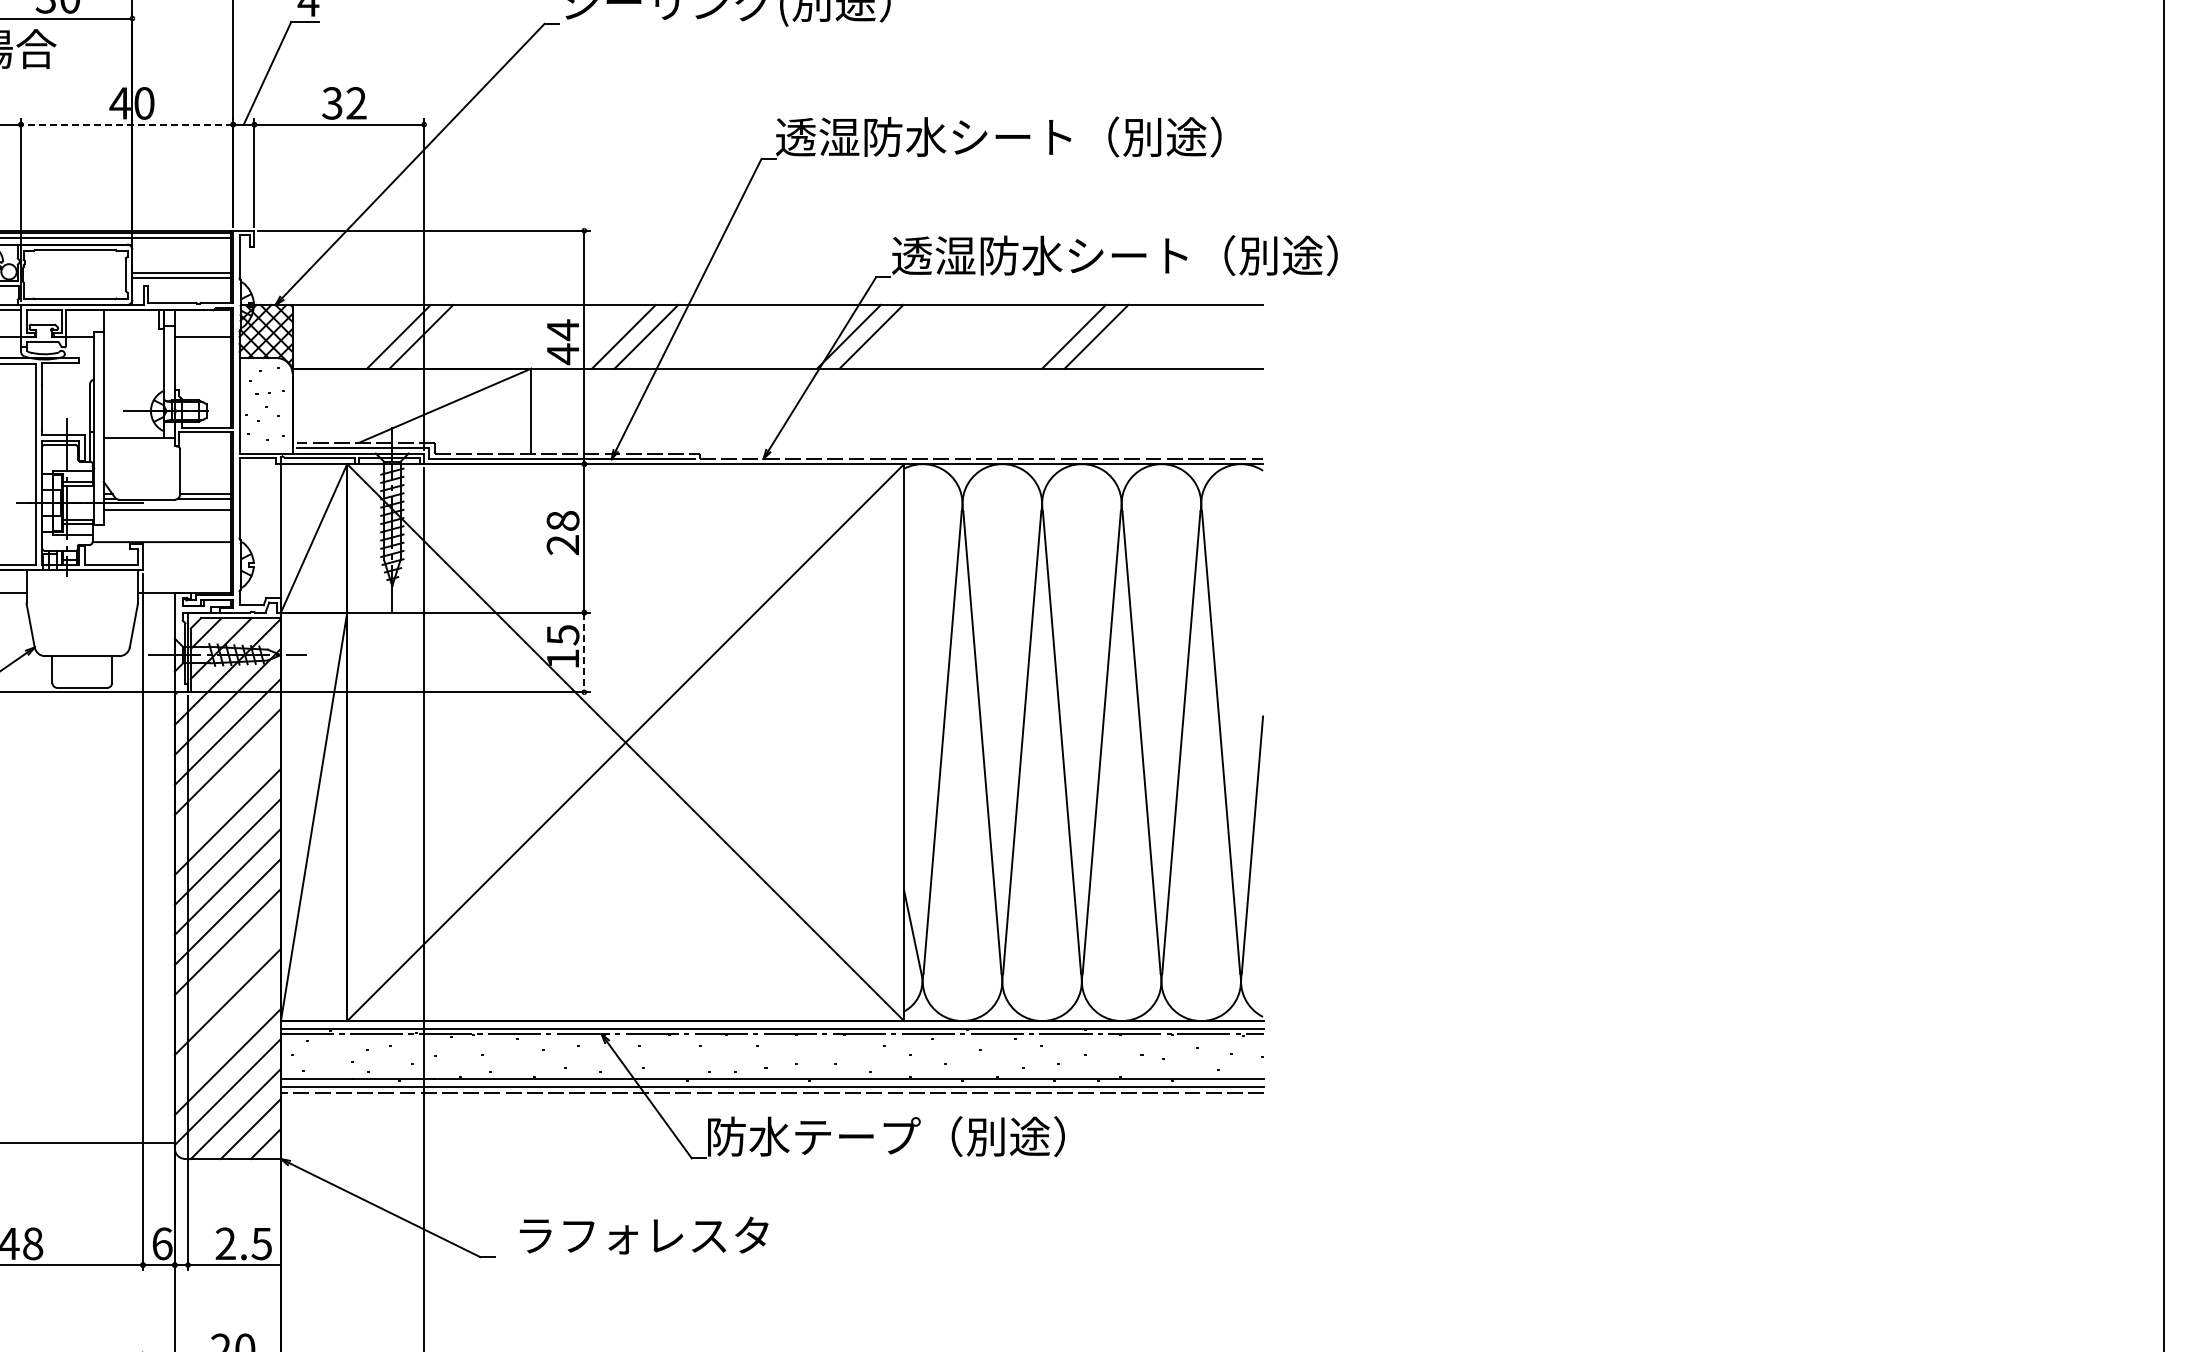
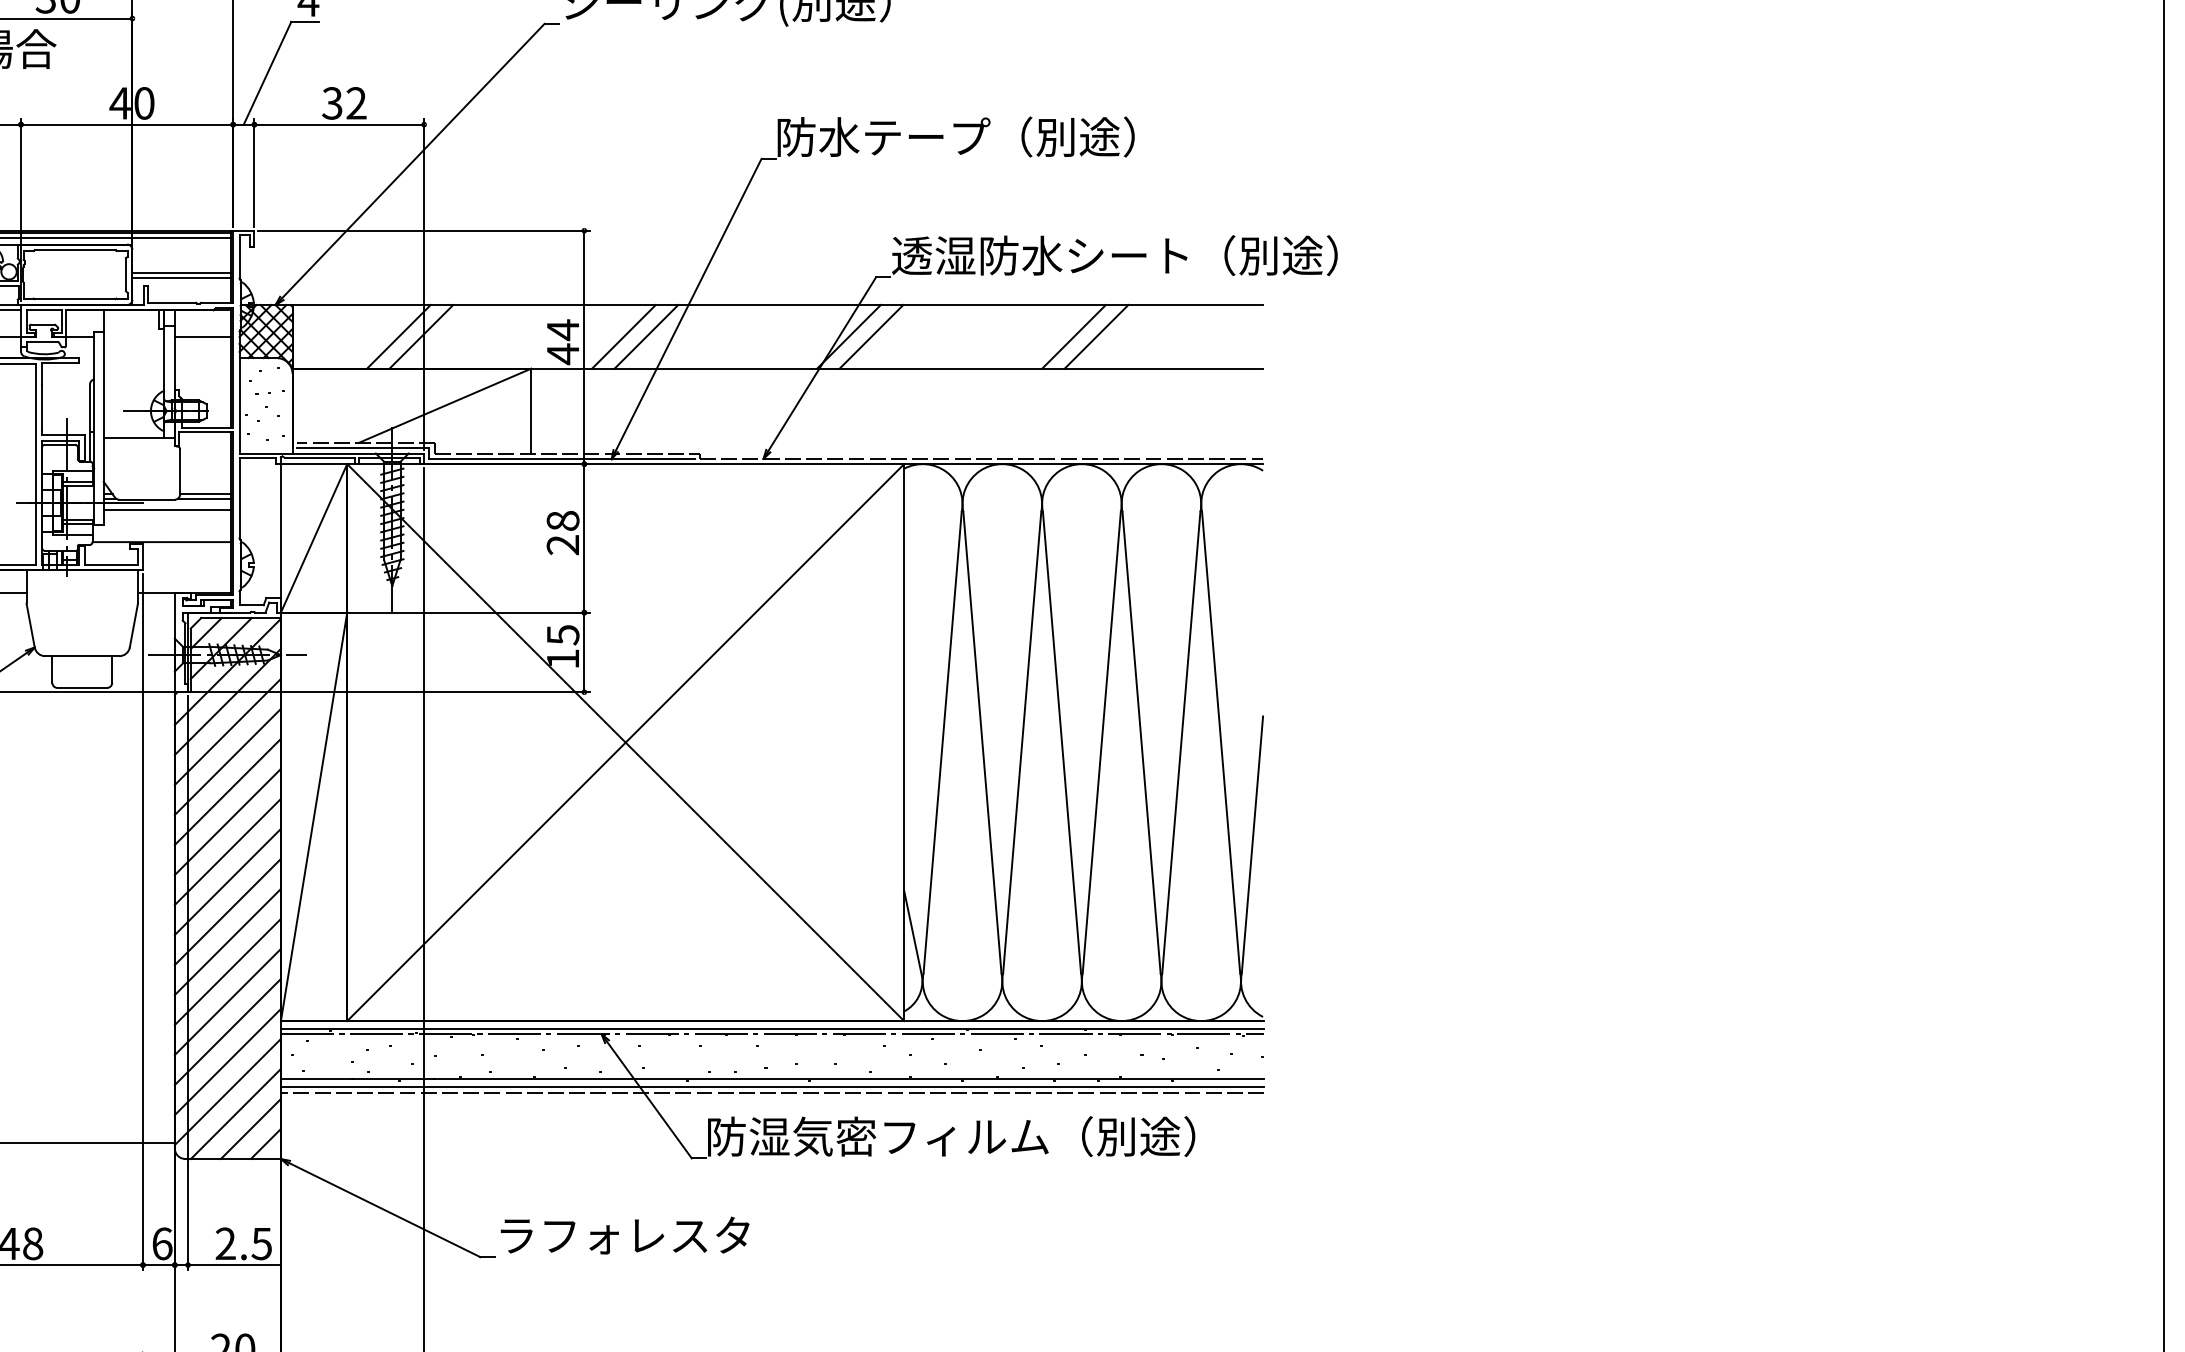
line at (126, 124): dashed -> solid
text at (998, 136): 透湿防水シート（別途） -> 防水テープ（別途）
line at (584, 652): dashed -> solid
line at (227, 791): none -> present
line at (227, 971): none -> present
line at (227, 1031): none -> present
text at (972, 1136): 防水テープ（別途） -> 防湿気密フィルム（別途）
text at (644, 1235) position: (644, 1235) -> (625, 1235)
